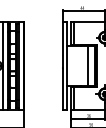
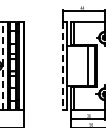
line at (2, 66): solid -> dashed
line at (62, 66): solid -> dashed
